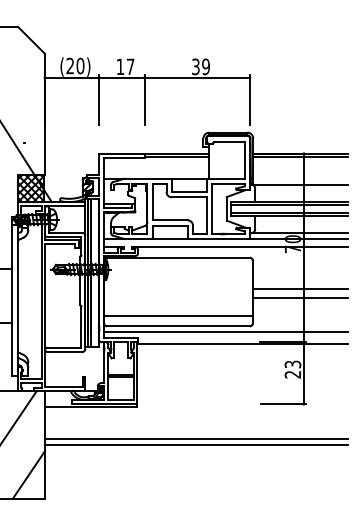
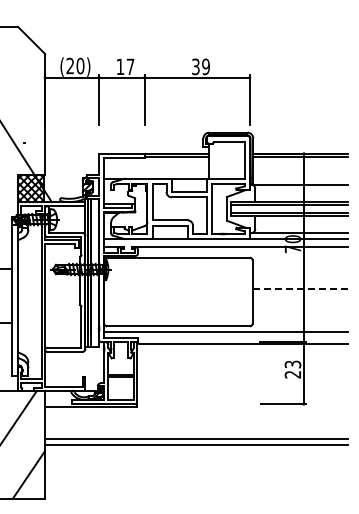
line at (300, 288): solid -> dashed
line at (300, 298): present -> none
line at (178, 315): present -> none
